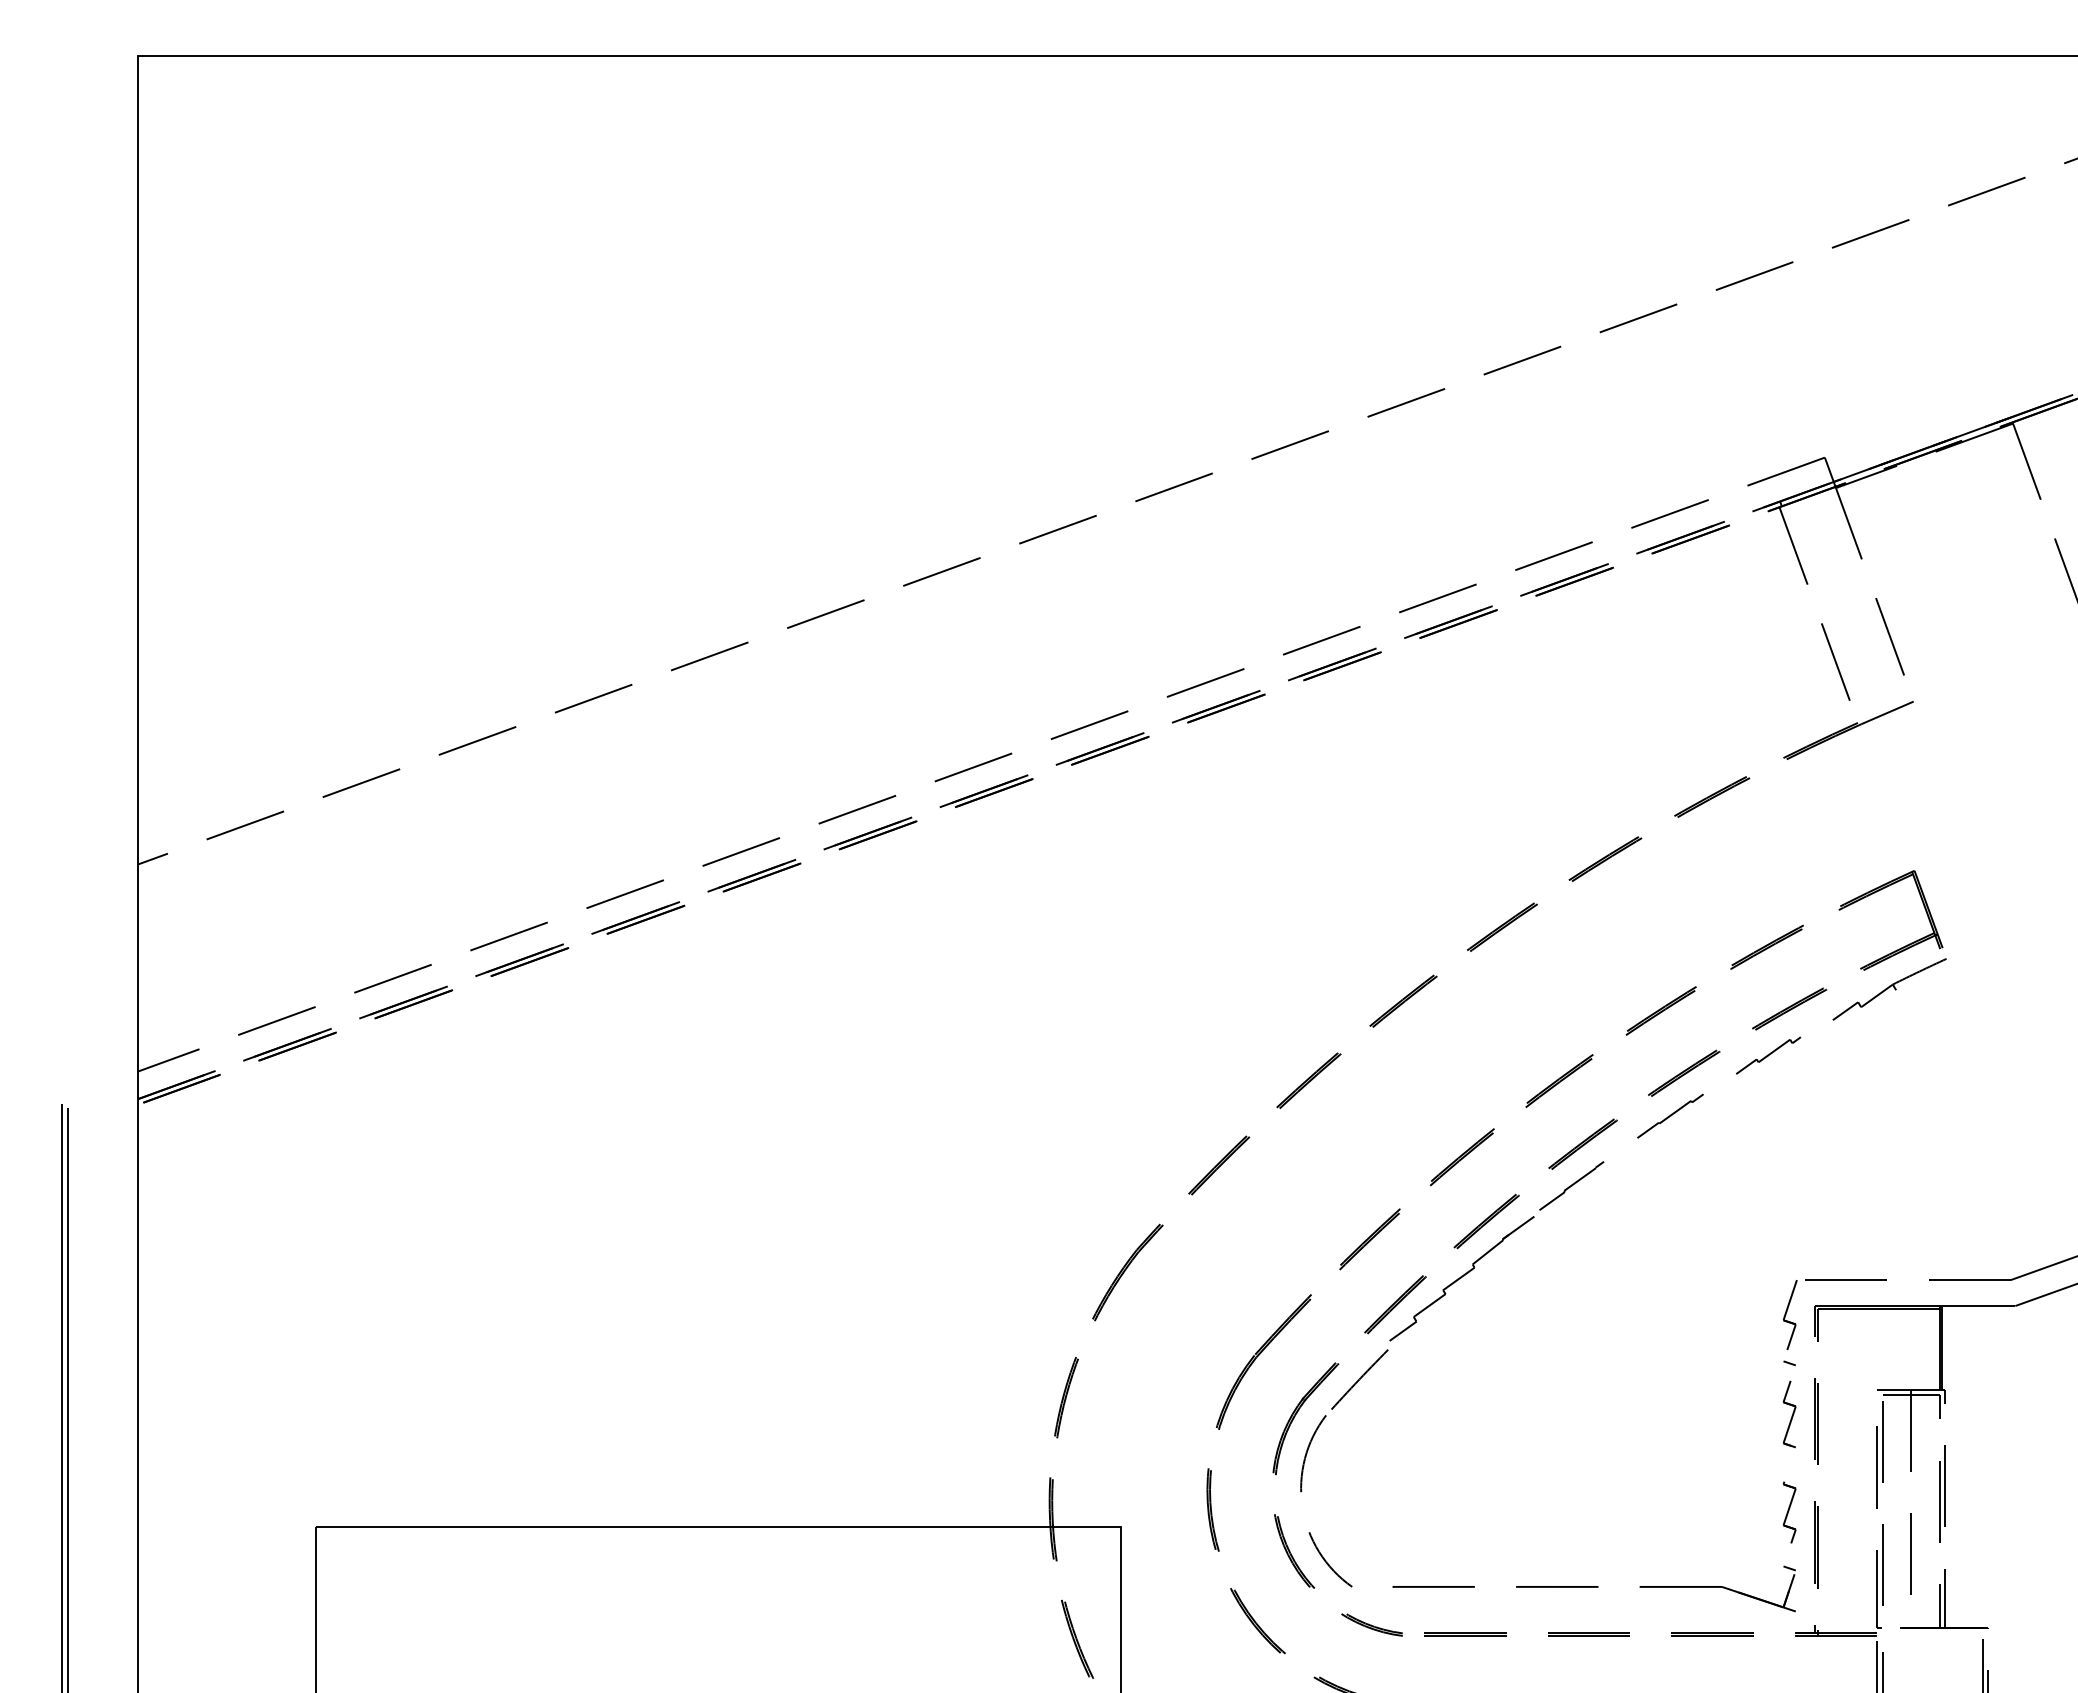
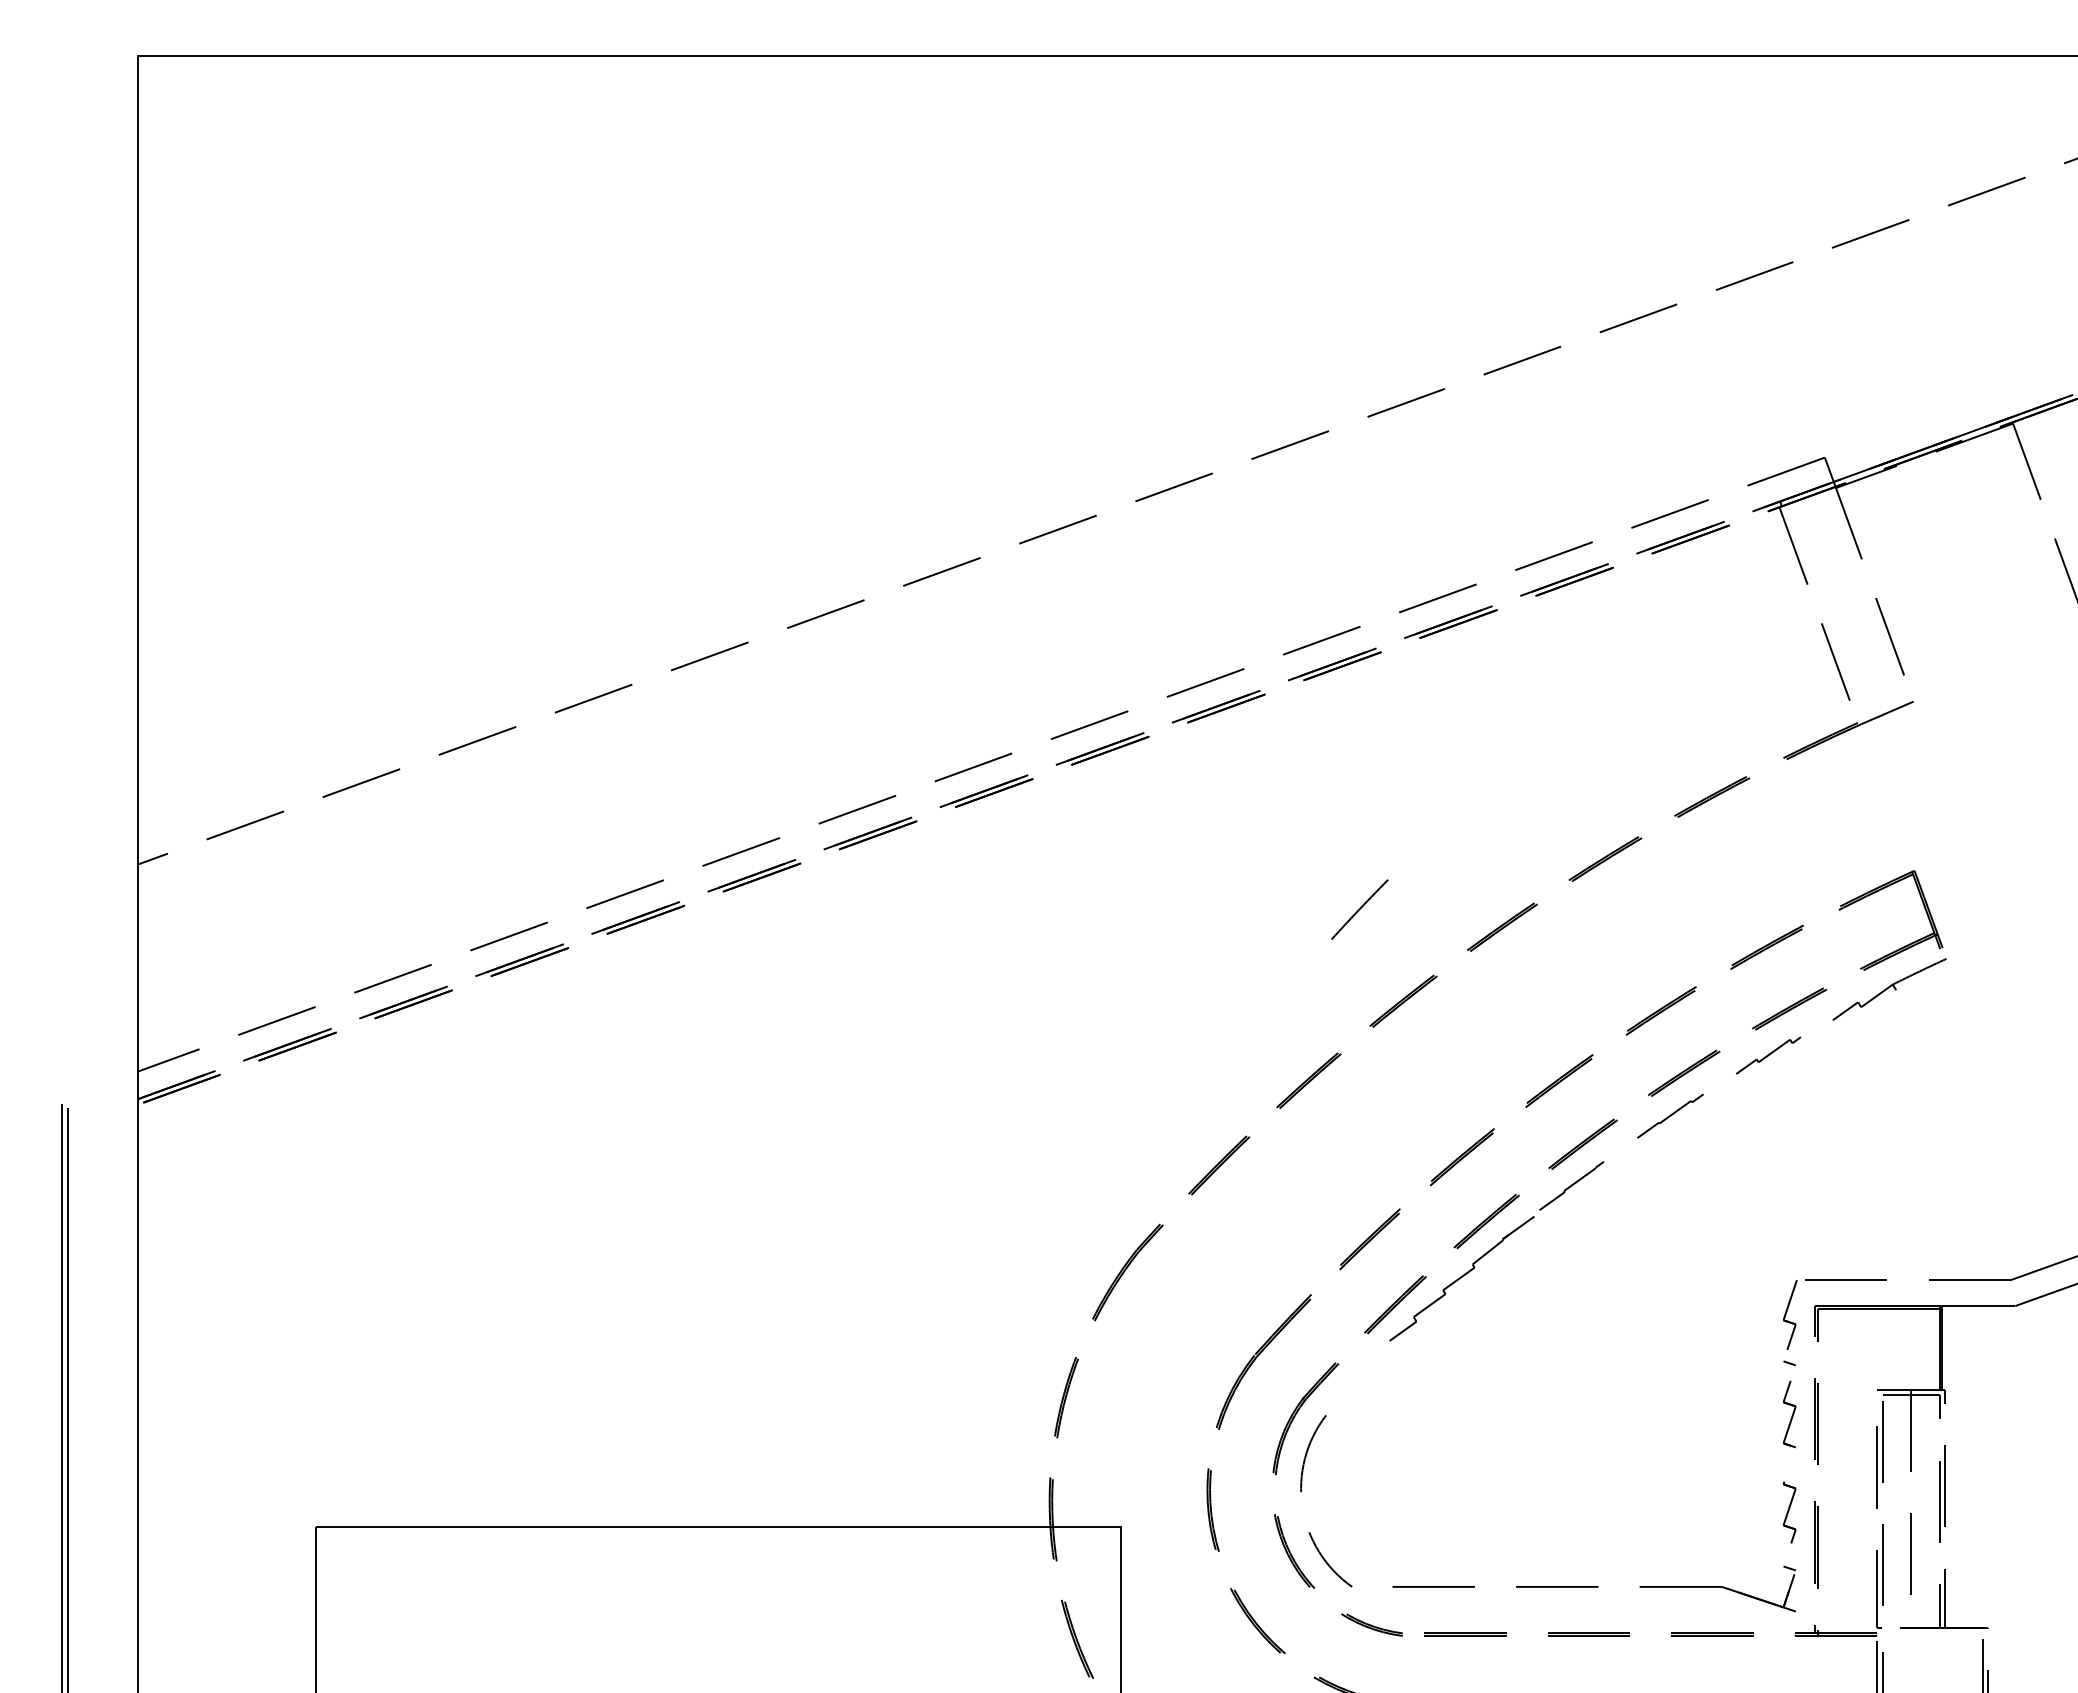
line at (1359, 1379) position: (1359, 1379) -> (1359, 909)
